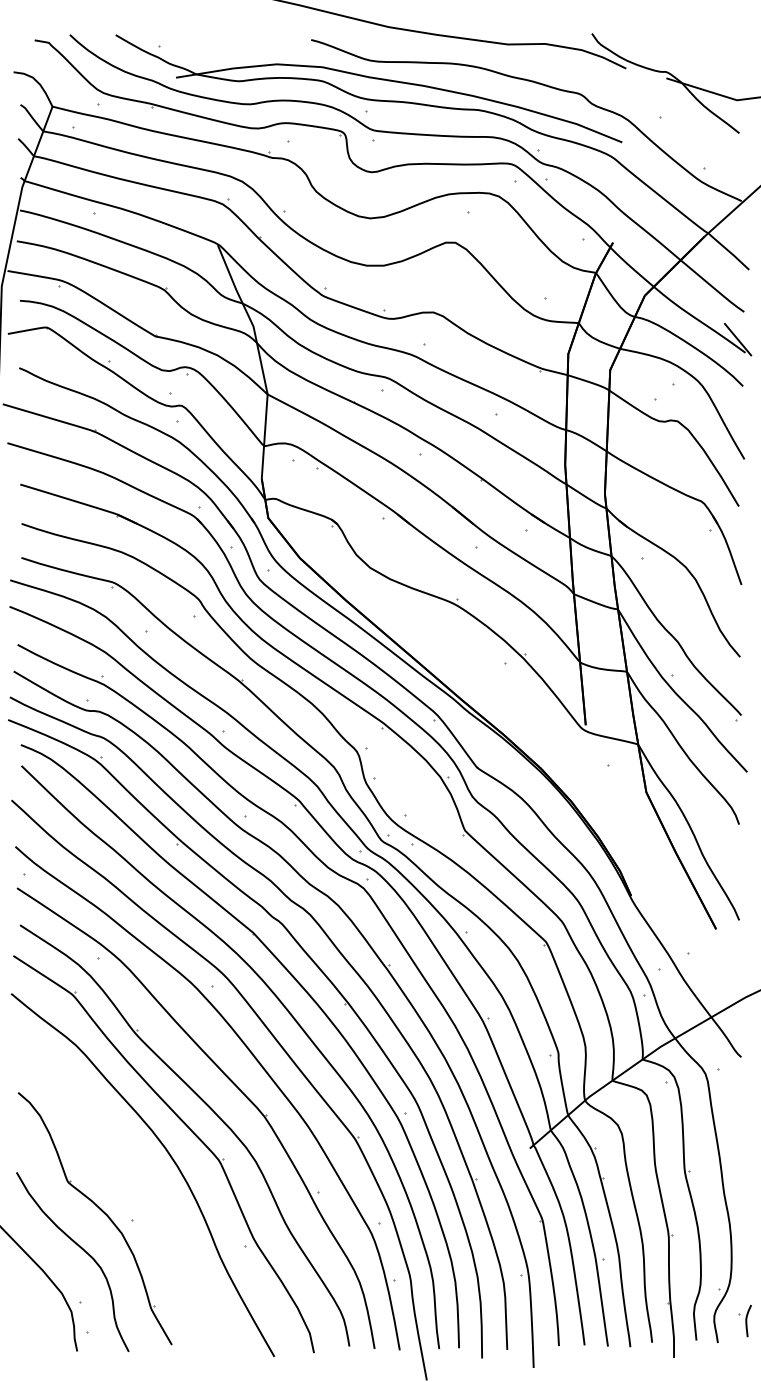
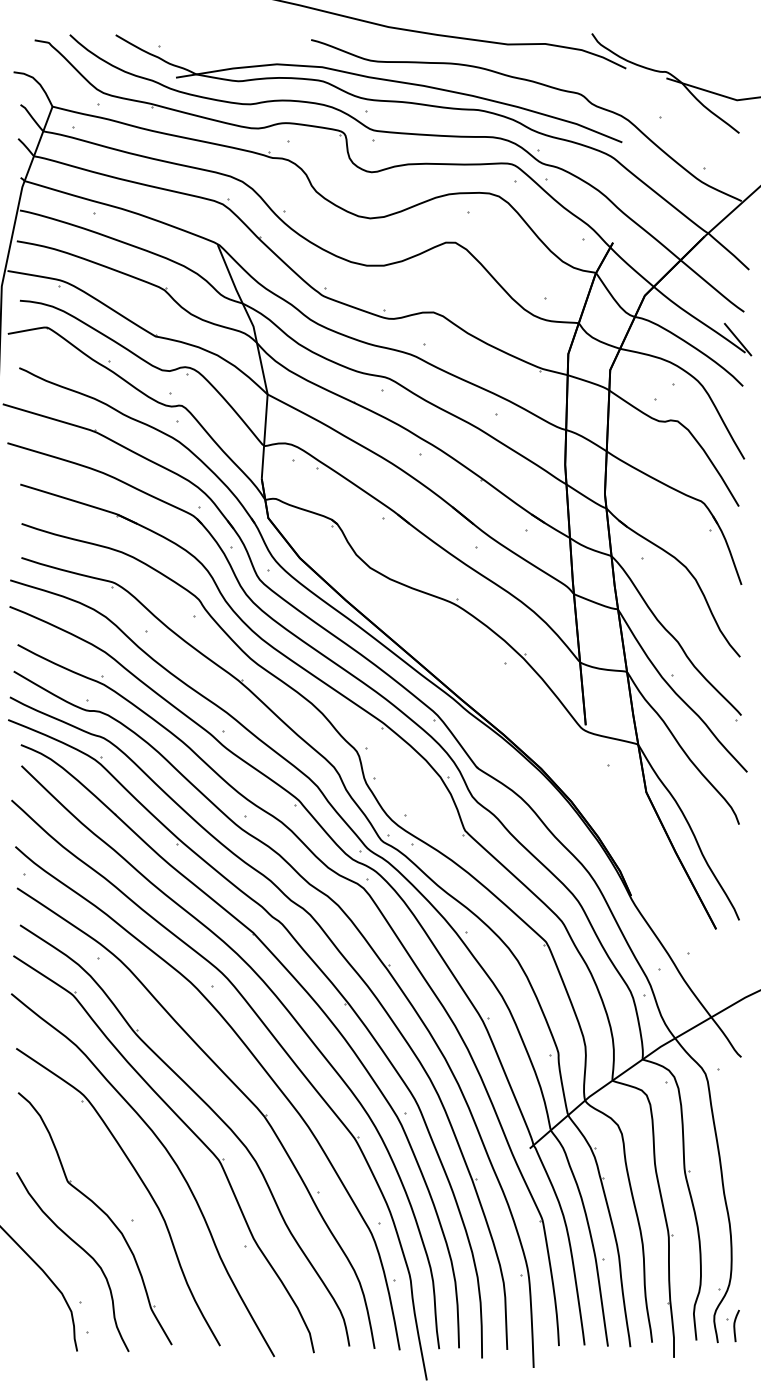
part at (143, 1185): none -> present
part at (744, 1320) position: (744, 1320) -> (732, 1325)
